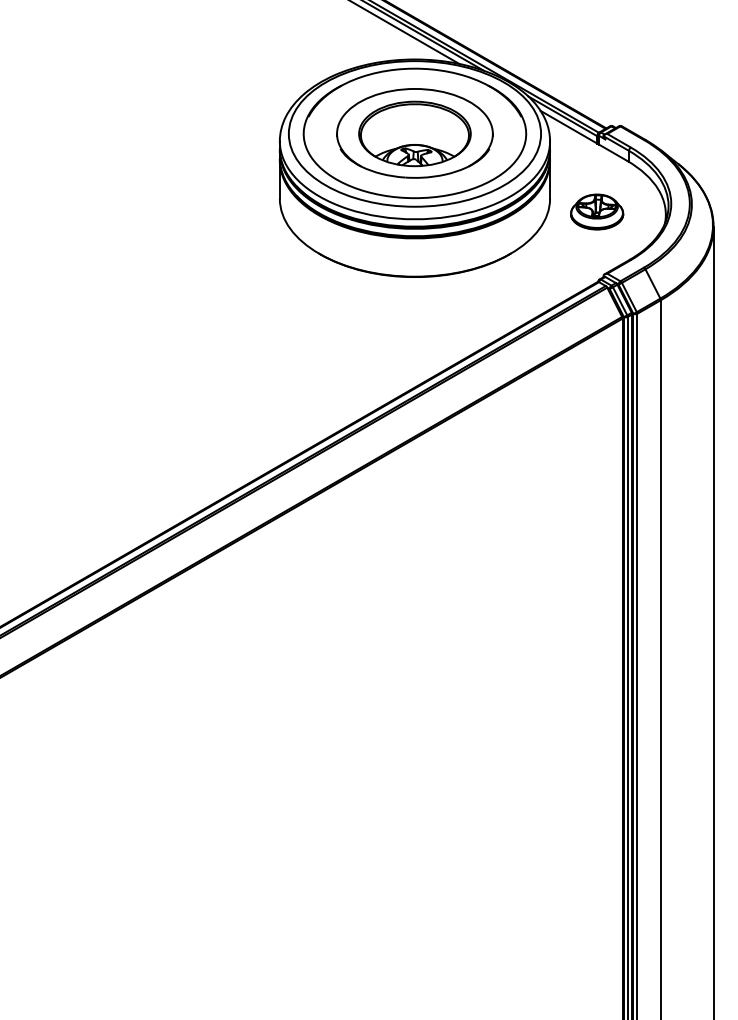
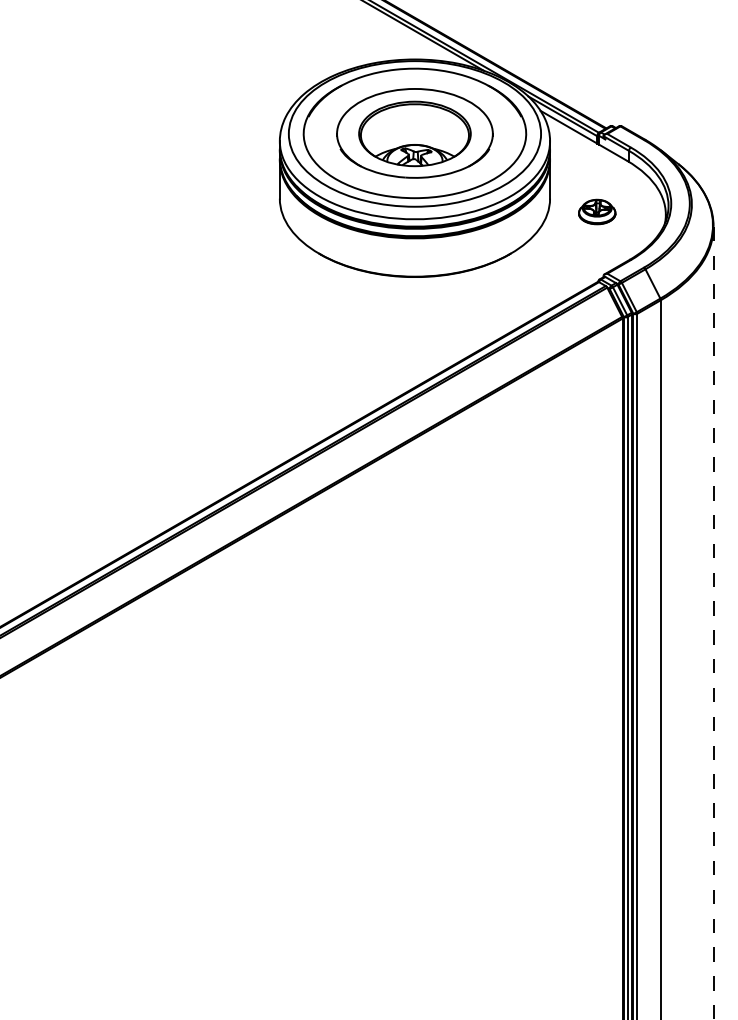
line at (405, 32): present -> none
part at (597, 211) size: 55x38 px -> 39x28 px
line at (713, 623): solid -> dashed
